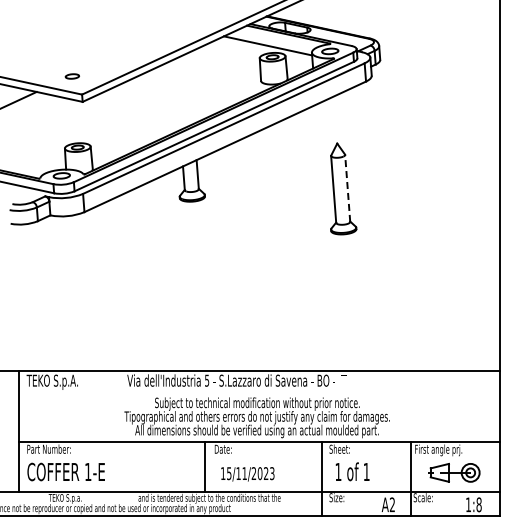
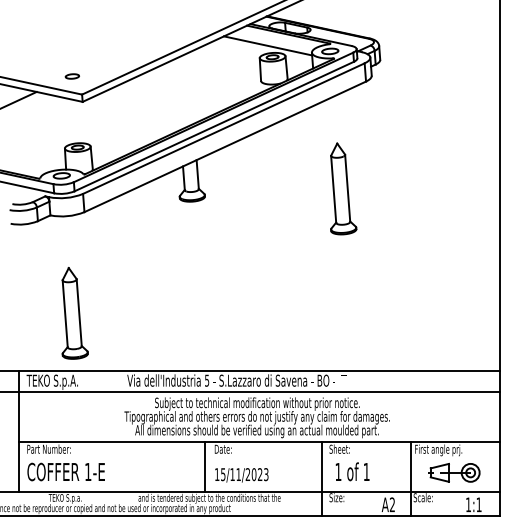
line at (347, 188): dashed -> solid
part at (74, 313): none -> present
line at (250, 392): none -> present
text at (247, 474) position: (247, 474) -> (241, 475)
text at (478, 504): 1:8 -> 1:1
